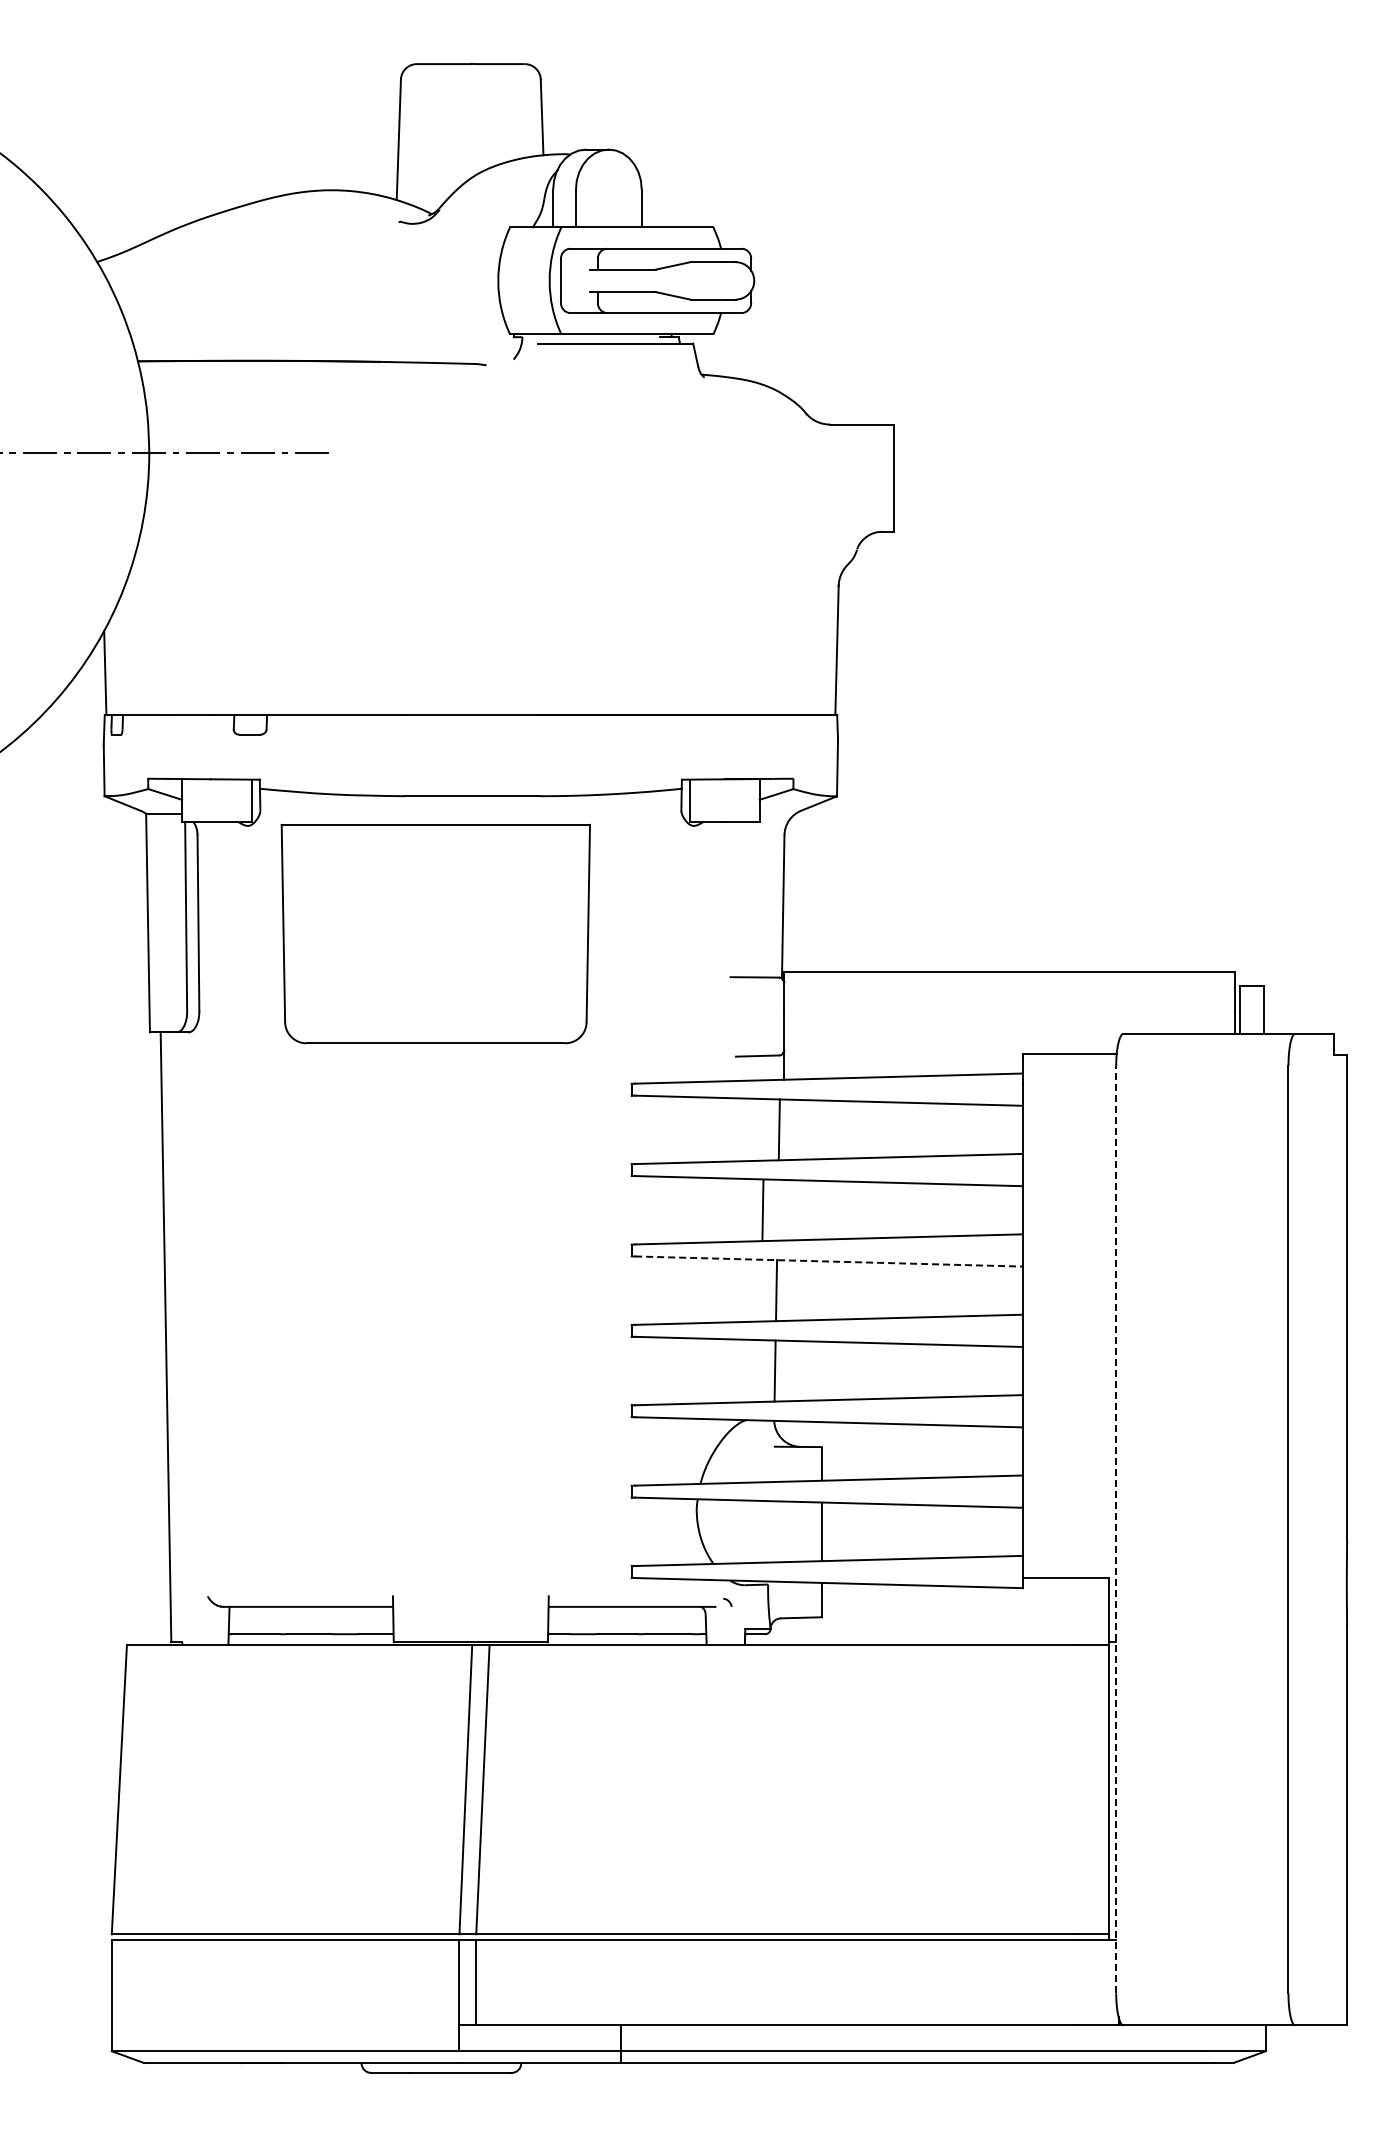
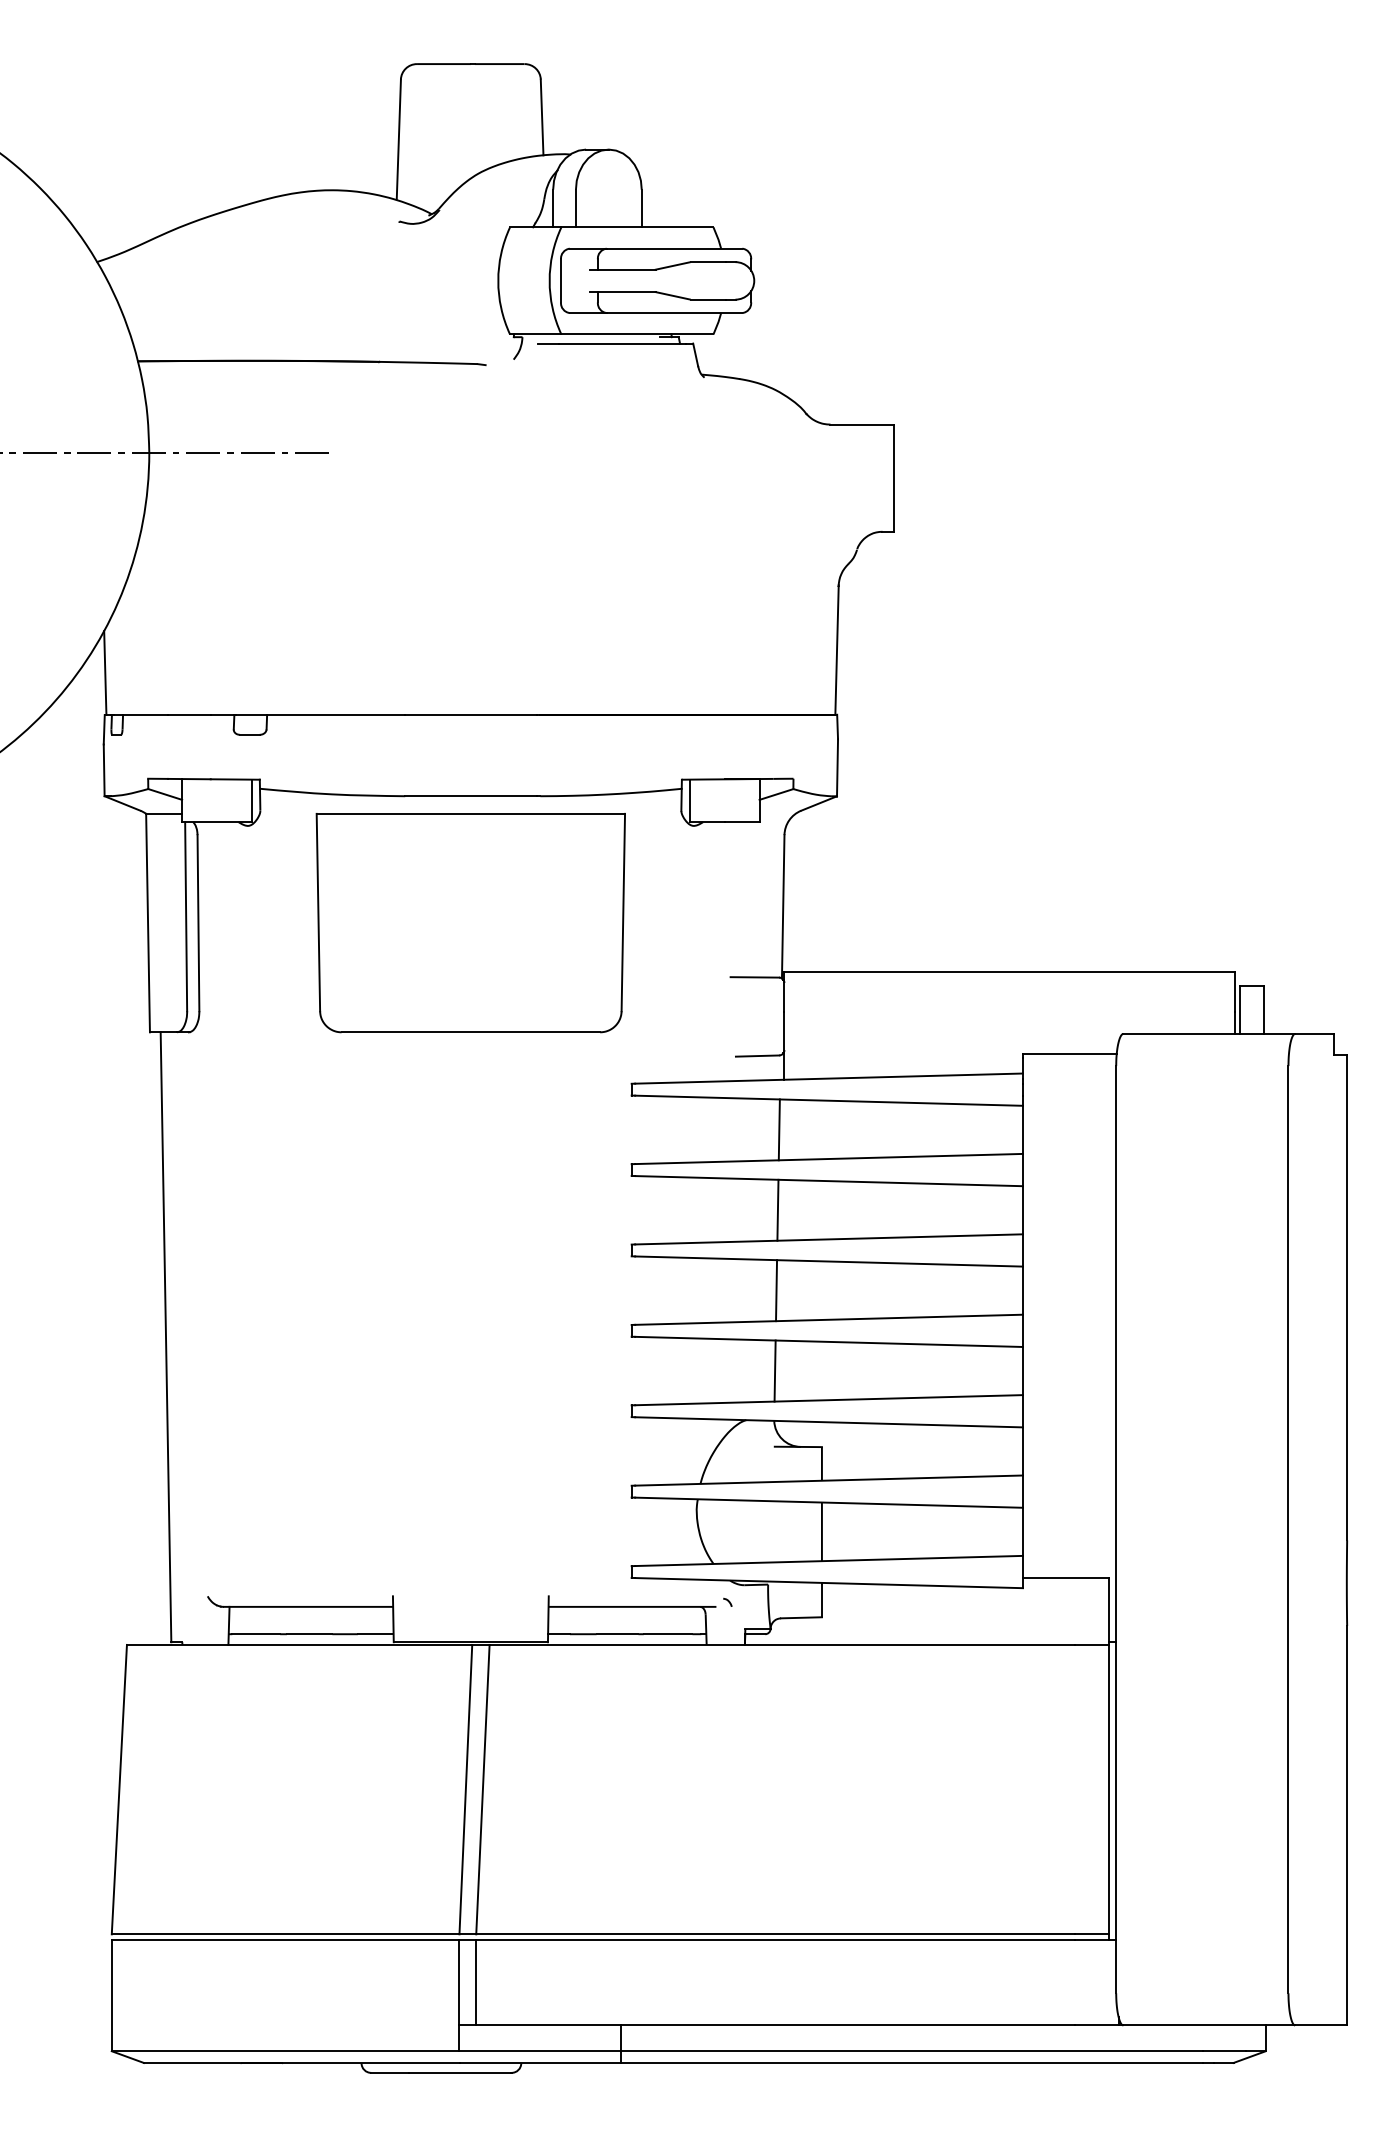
part at (435, 934) position: (435, 934) -> (470, 923)
line at (762, 1209) position: (762, 1209) -> (777, 1209)
line at (829, 1261): dashed -> solid
line at (1116, 1529): dashed -> solid
